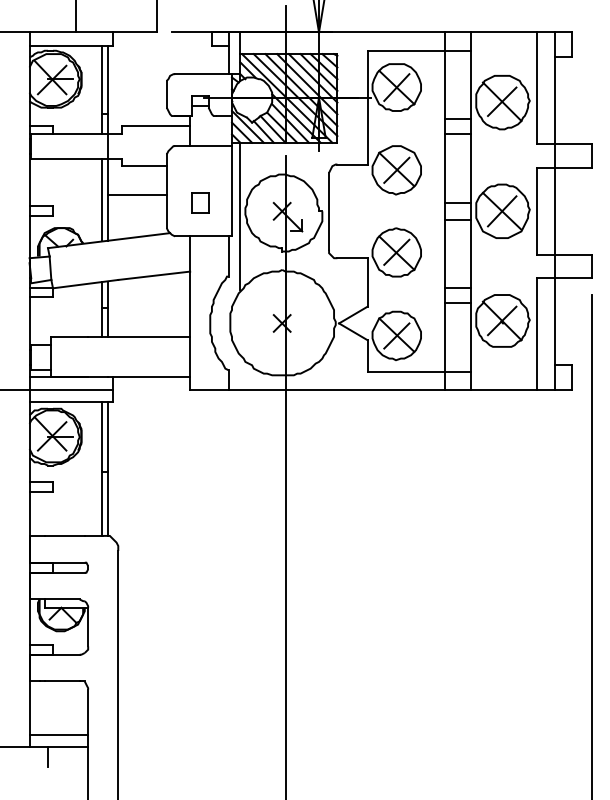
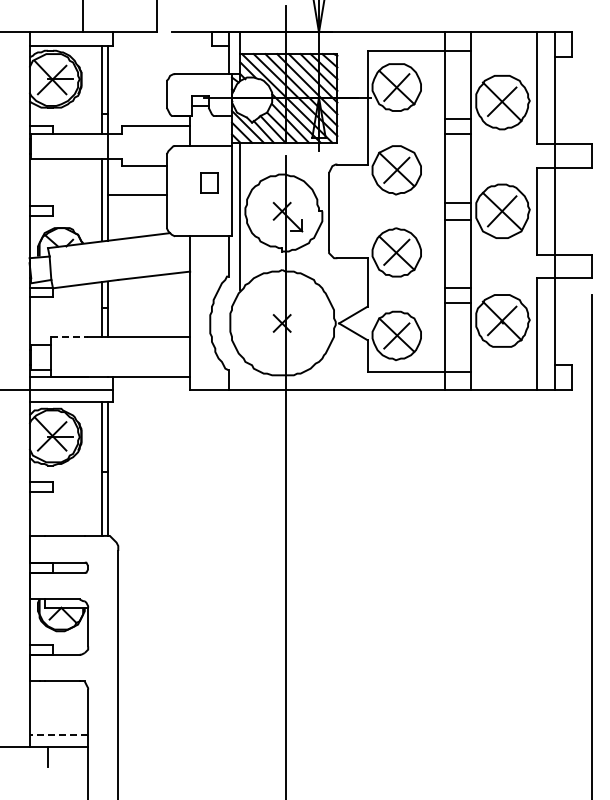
line at (76, 17) position: (76, 17) -> (83, 17)
part at (200, 202) position: (200, 202) -> (209, 182)
line at (70, 336): solid -> dashed
line at (58, 735): solid -> dashed
